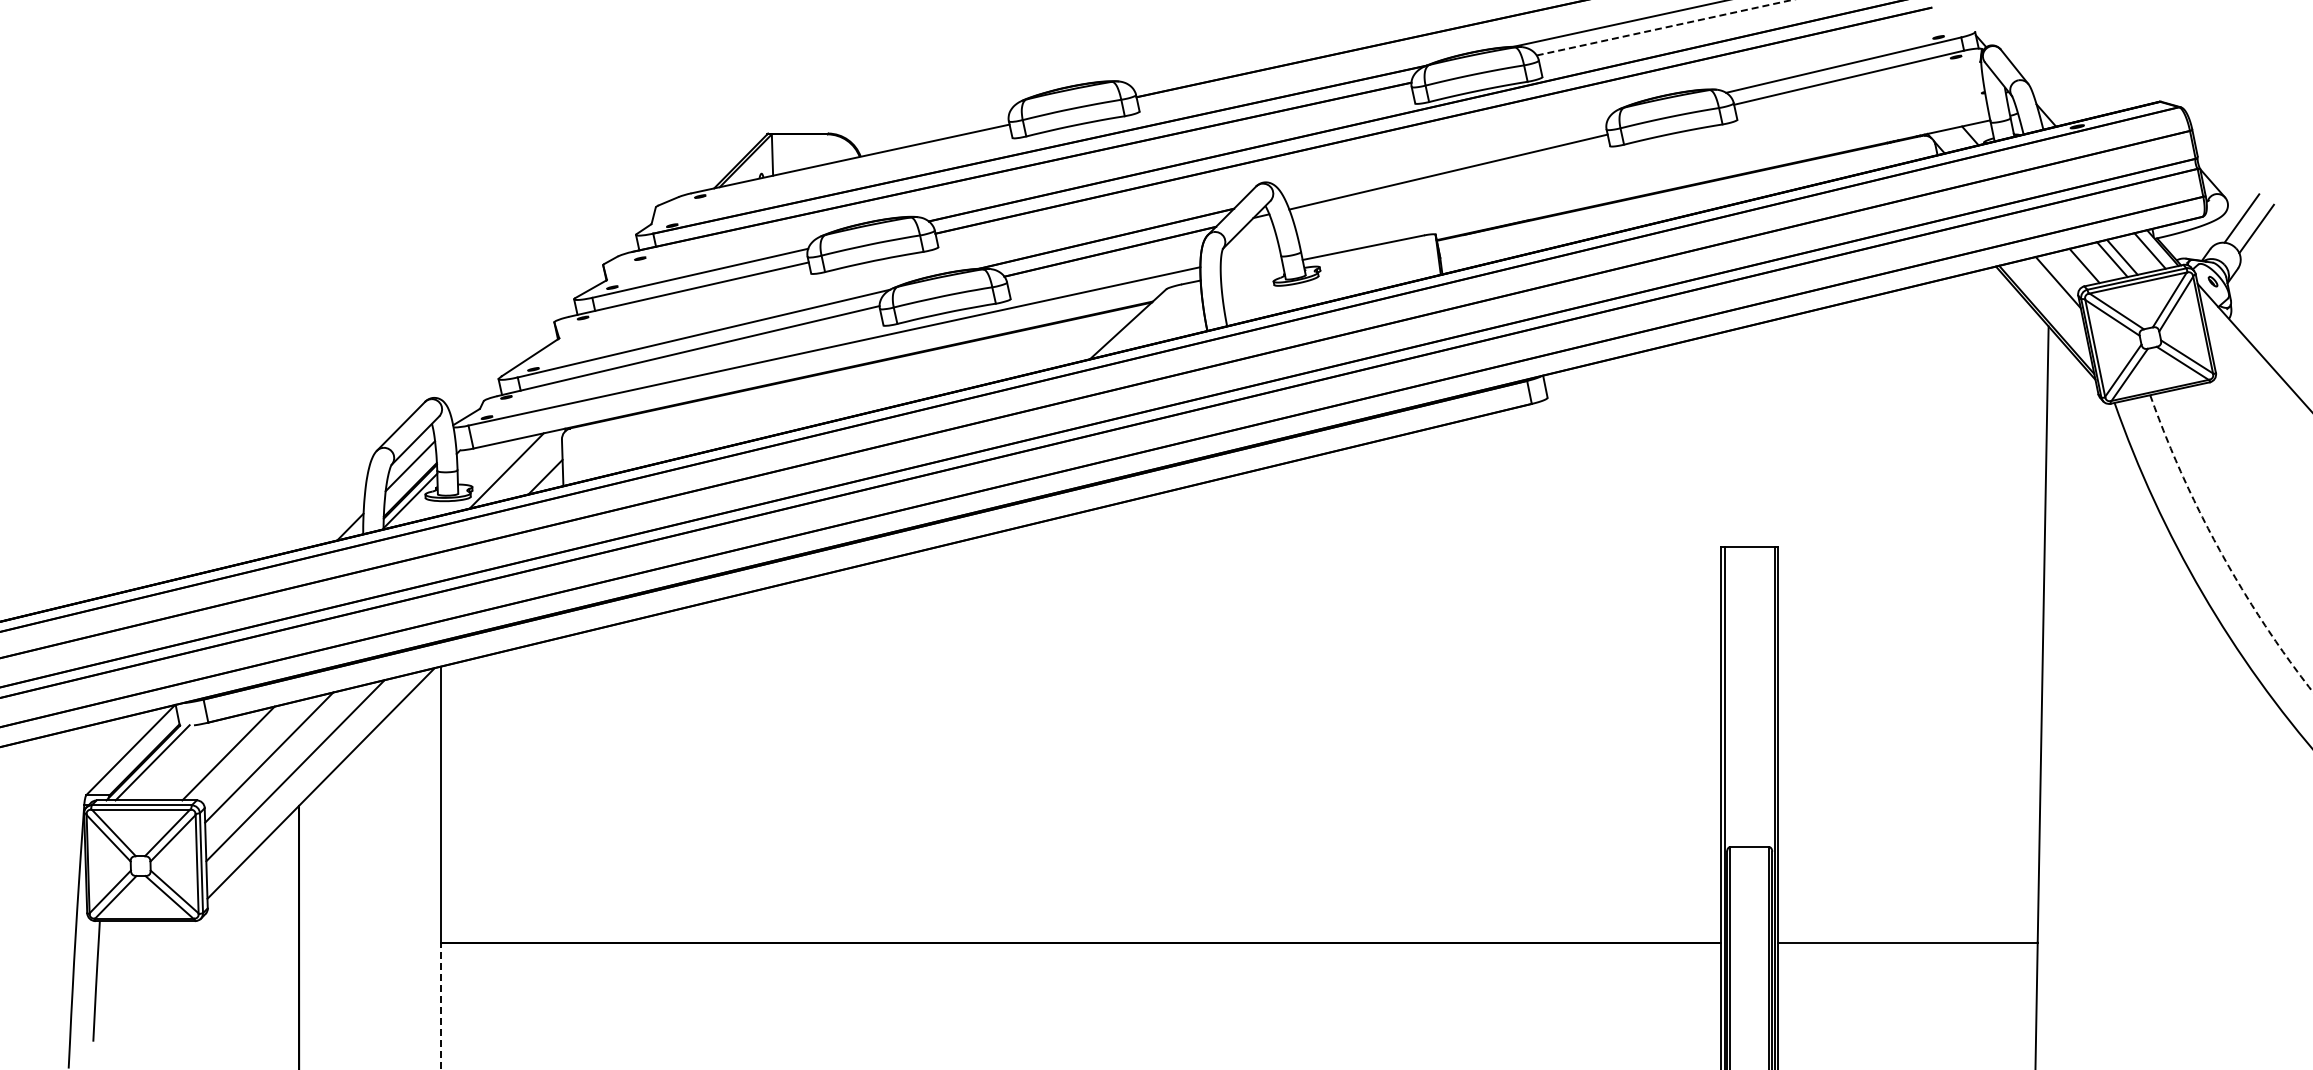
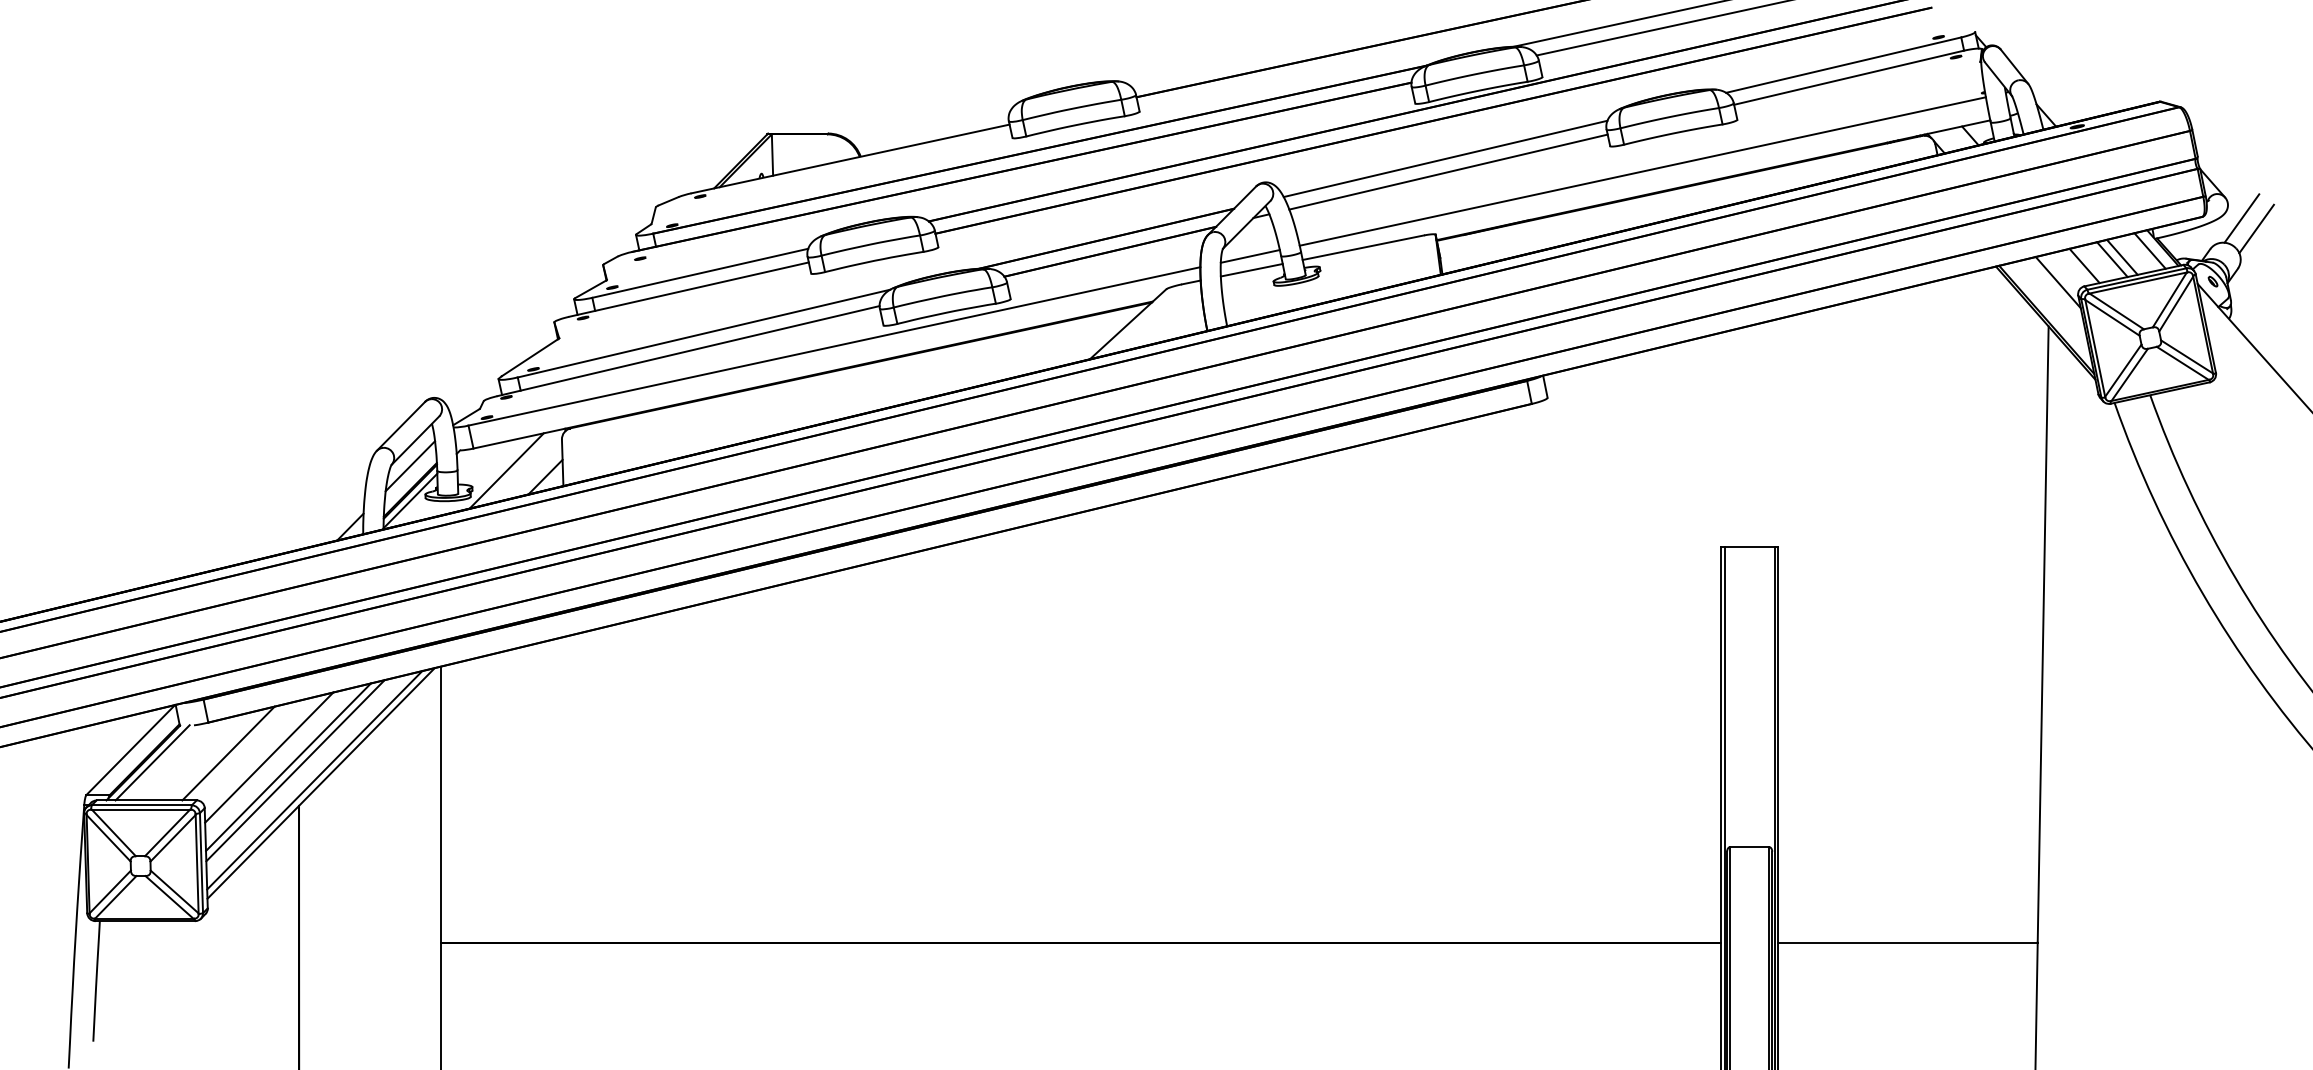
line at (1664, 27): dashed -> solid
line at (1445, 158): none -> present
line at (1642, 171): none -> present
line at (1249, 256): none -> present
line at (1251, 270): none -> present
arc at (2220, 551): dashed -> solid
line at (288, 766): none -> present
line at (314, 780): none -> present
line at (440, 1005): dashed -> solid
